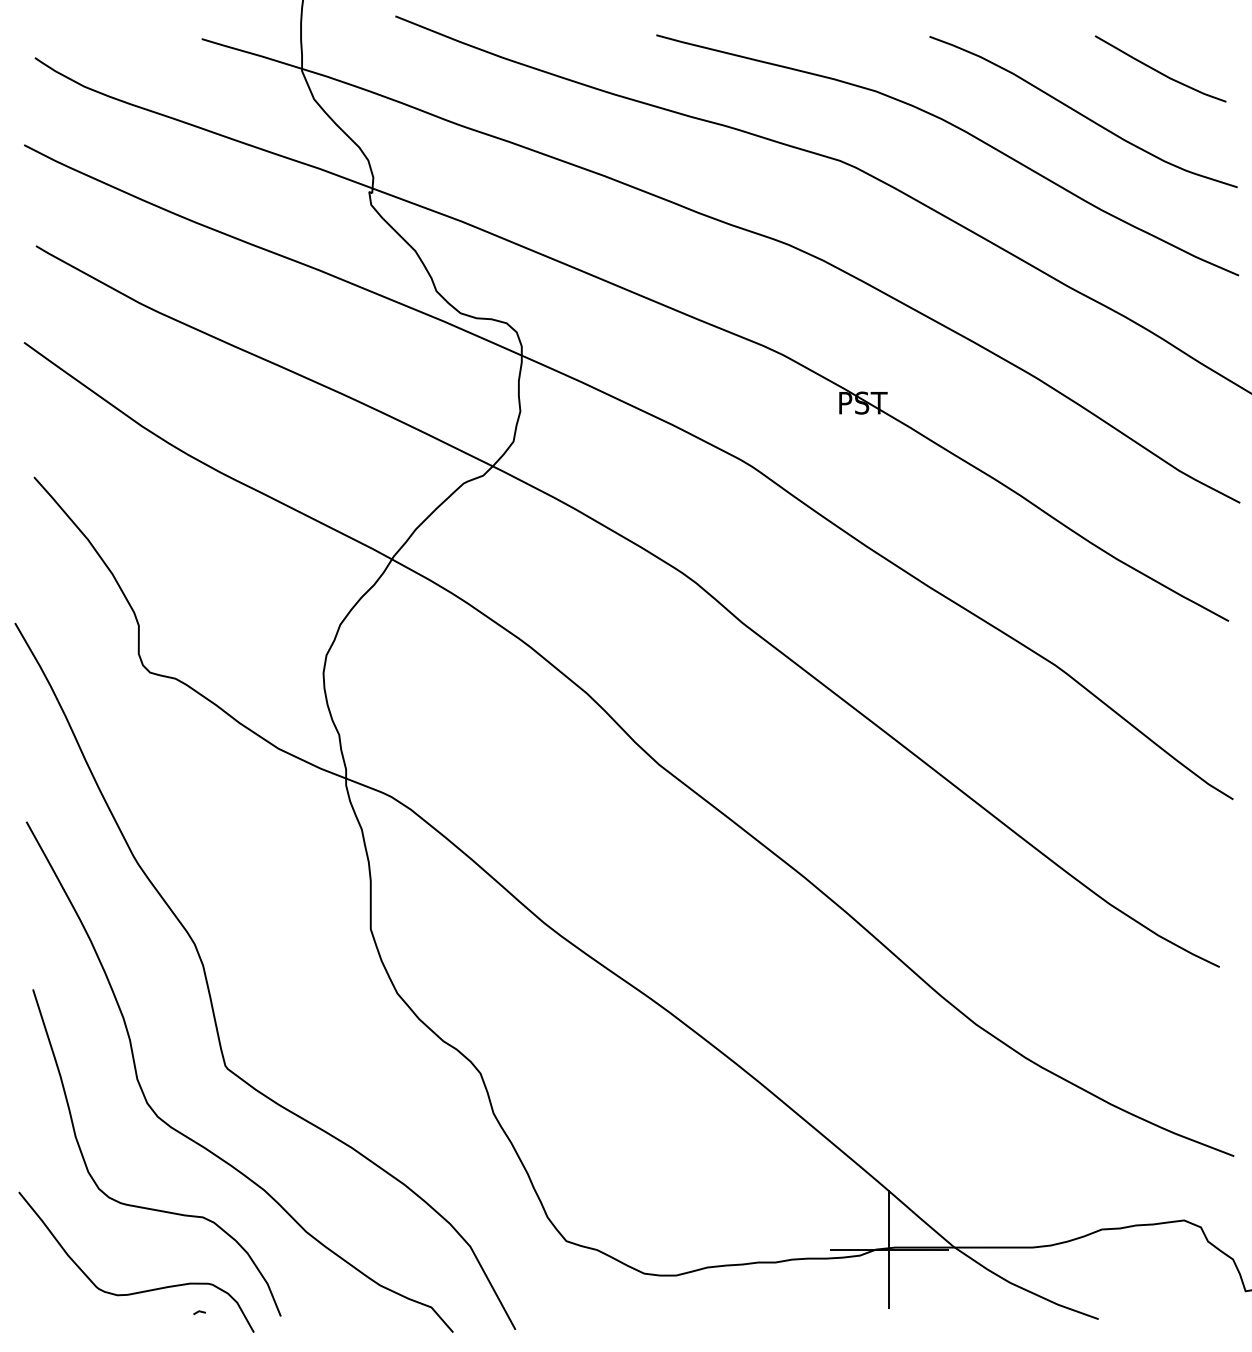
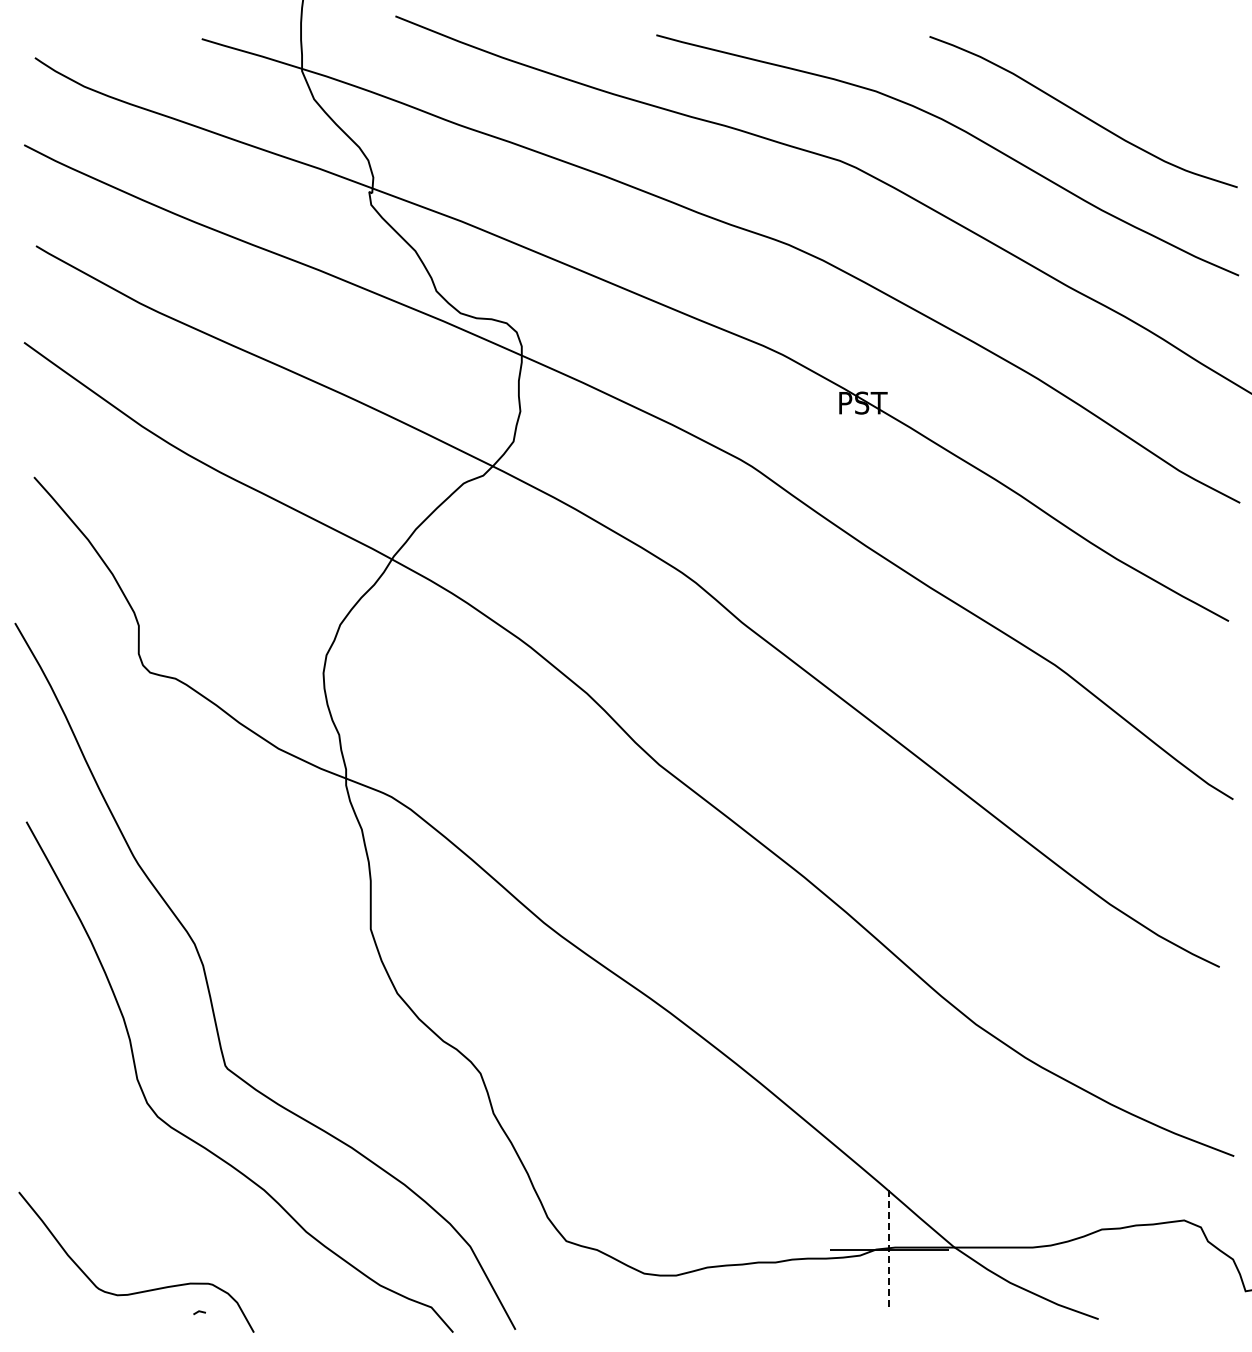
curve at (1158, 70): present -> none
curve at (148, 1207): present -> none
line at (889, 1249): solid -> dashed
